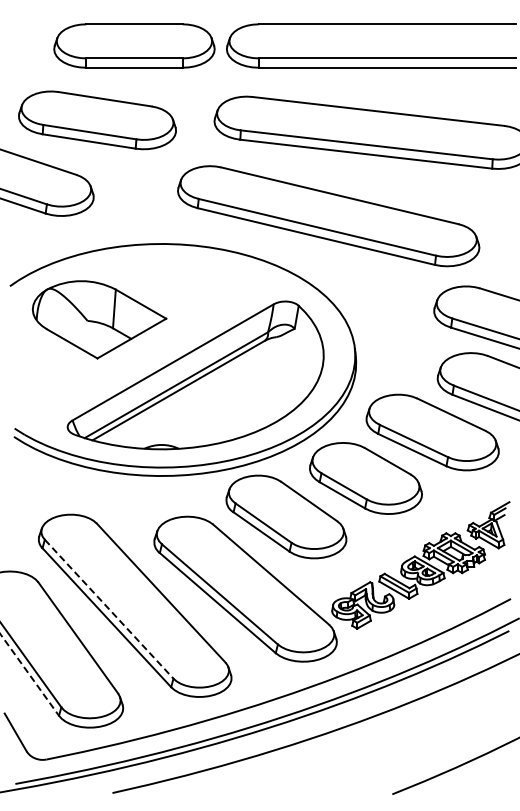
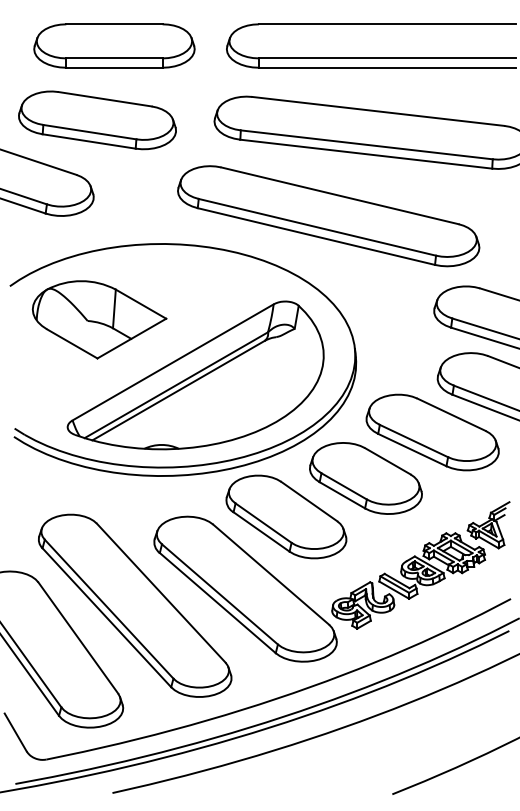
part at (134, 45) position: (134, 45) -> (114, 45)
line at (109, 609): dashed -> solid
line at (29, 675): dashed -> solid
